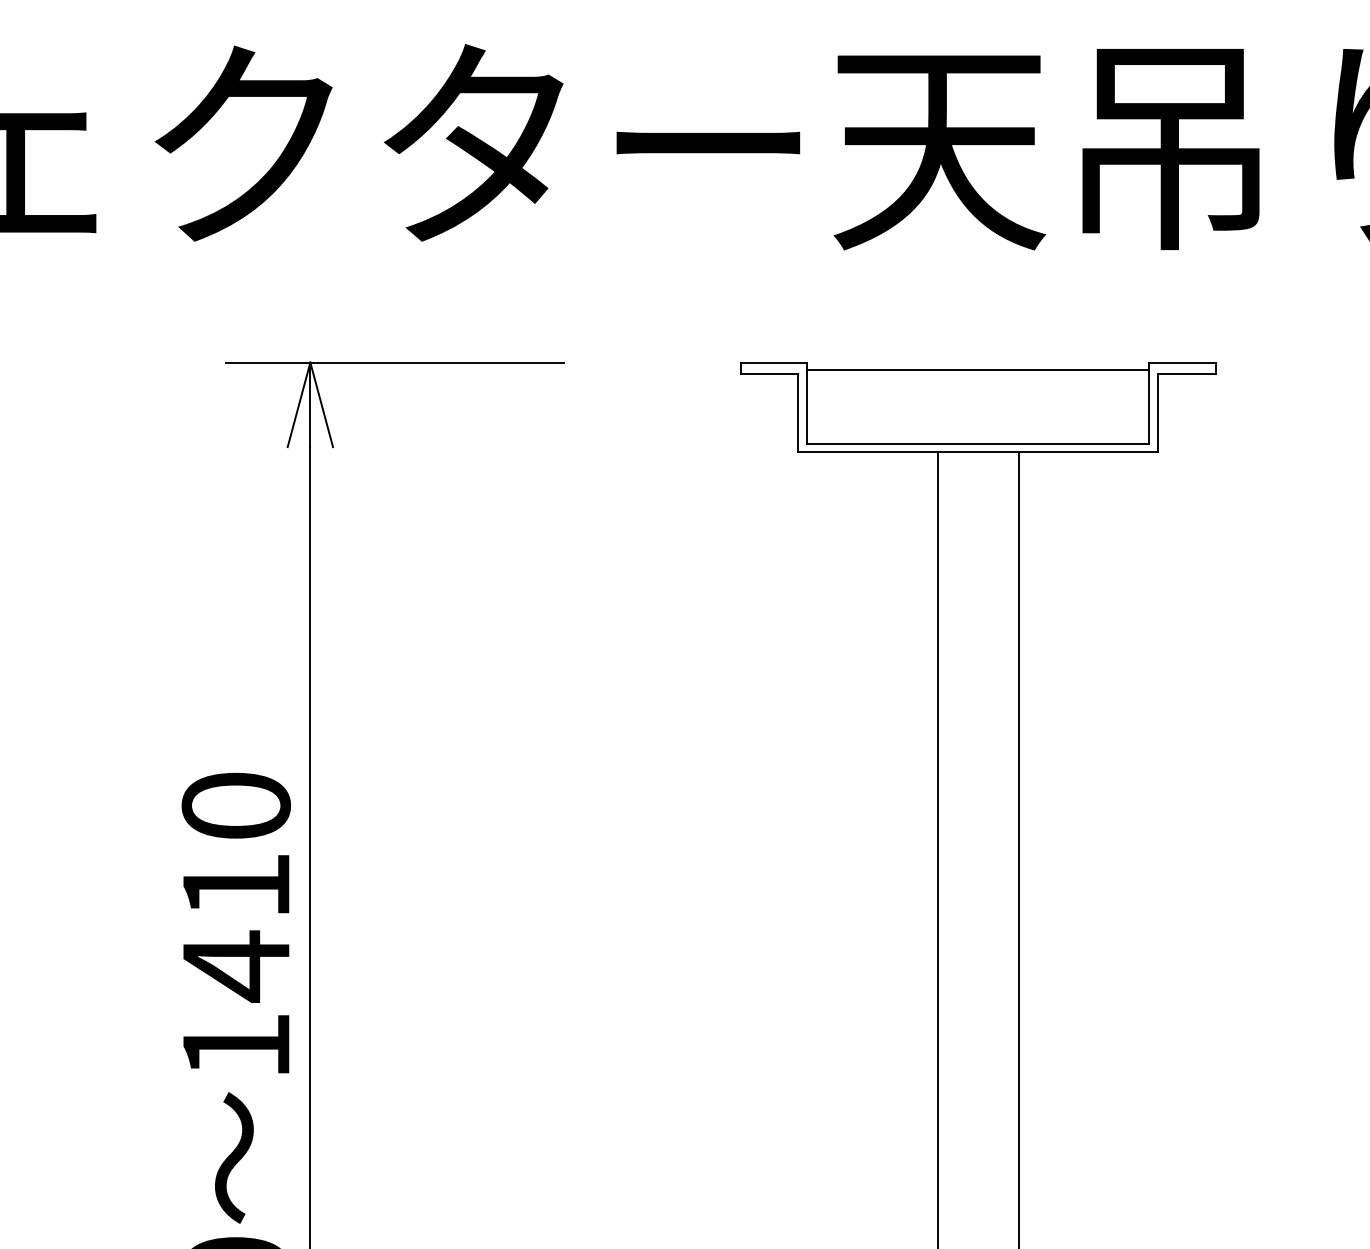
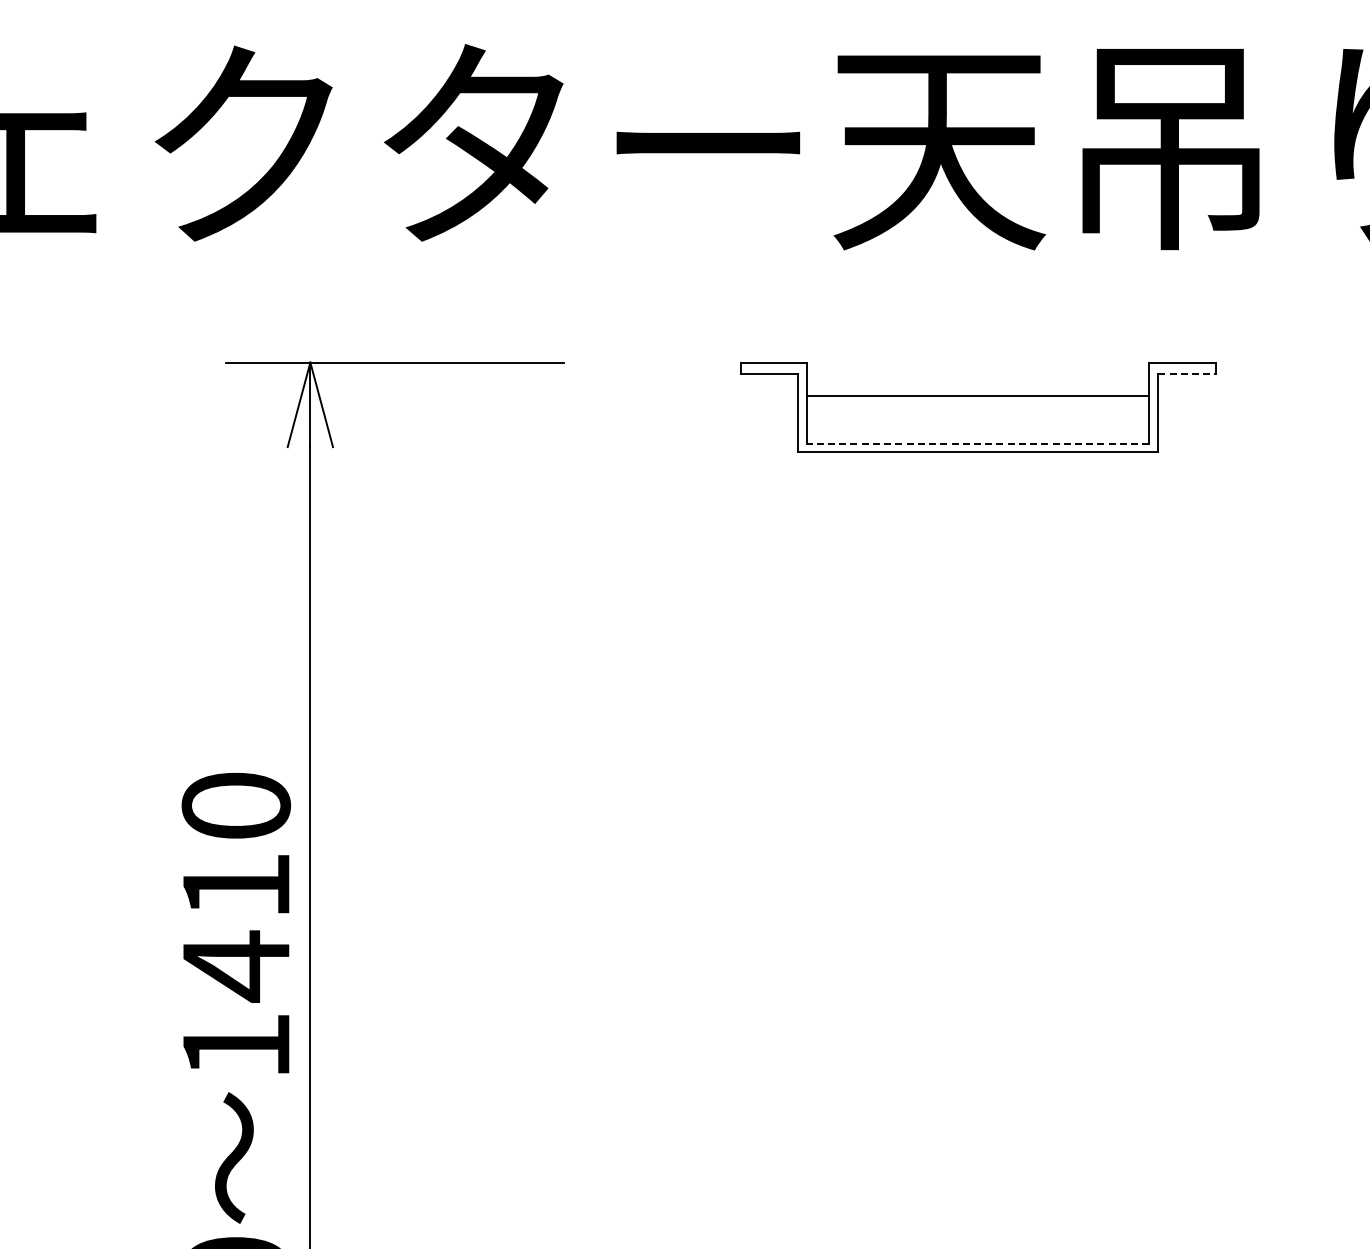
line at (978, 370) position: (978, 370) -> (978, 396)
line at (1187, 374): solid -> dashed
line at (977, 443): solid -> dashed
line at (937, 848): present -> none
line at (1019, 848): present -> none
